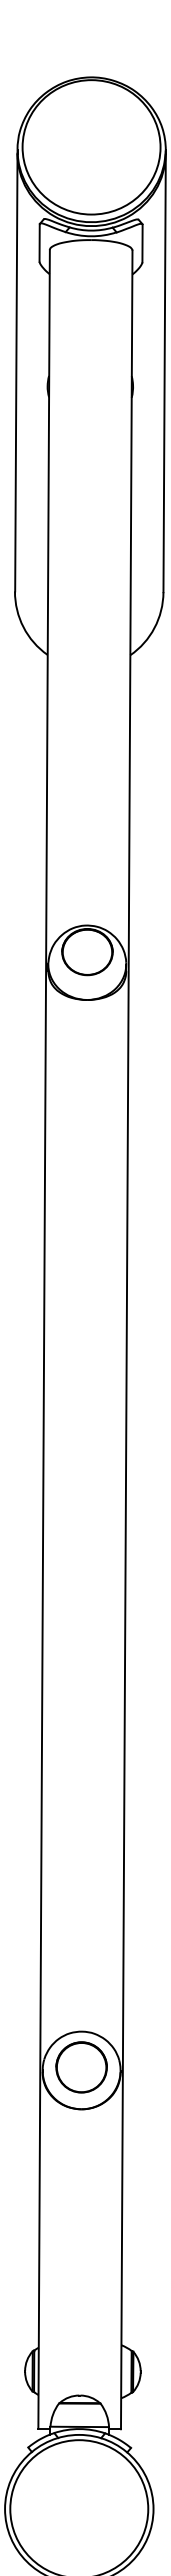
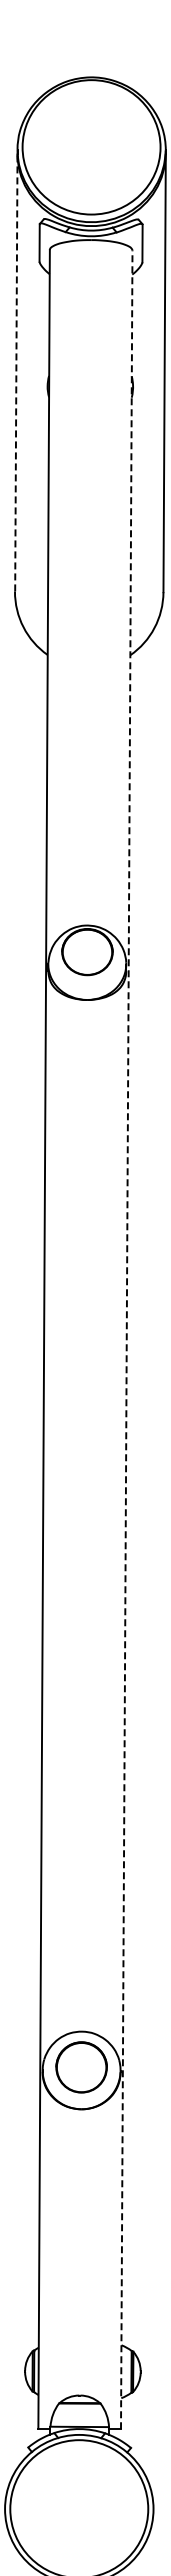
line at (16, 372): solid -> dashed
line at (126, 1339): solid -> dashed
